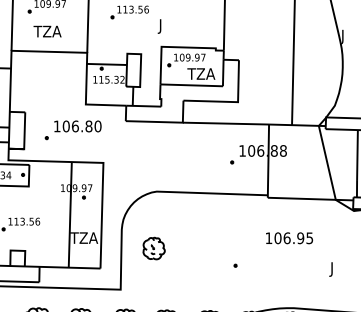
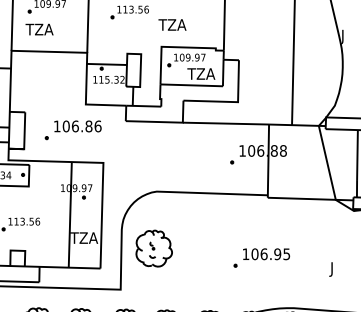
text at (171, 26): J -> TZA
text at (47, 31) position: (47, 31) -> (39, 29)
text at (97, 126): 106.80 -> 106.86
text at (289, 238) position: (289, 238) -> (266, 254)
part at (153, 248) size: 24x25 px -> 38x39 px
